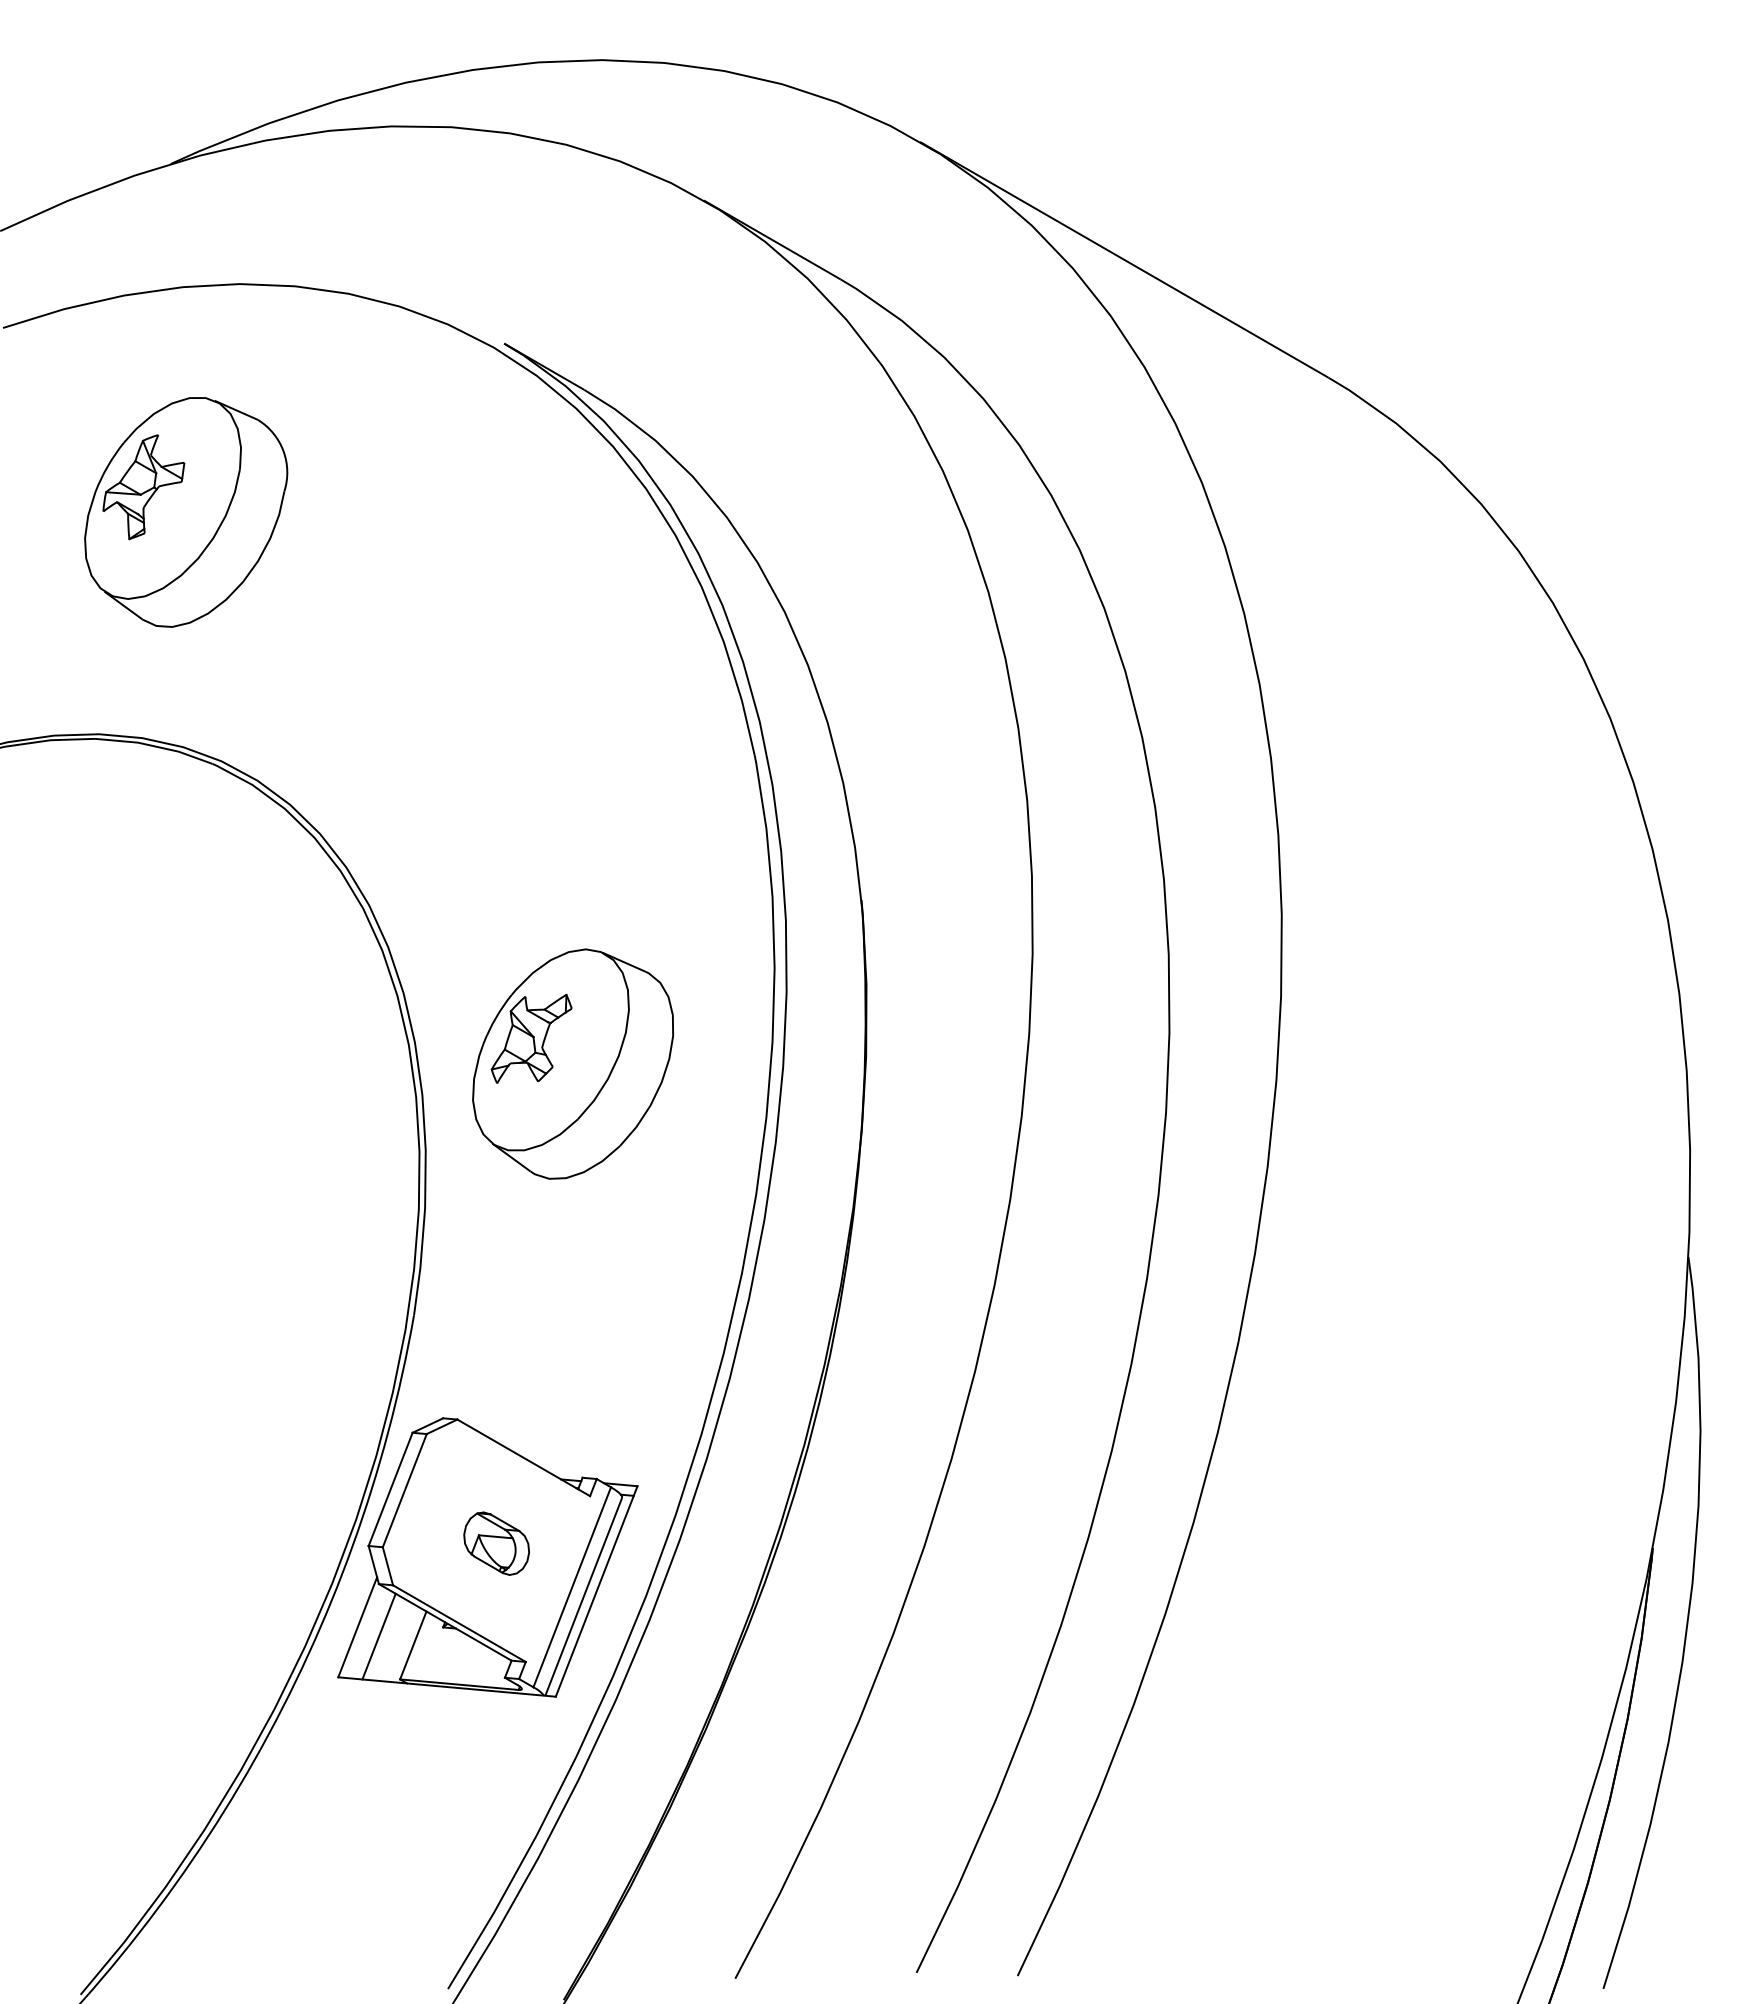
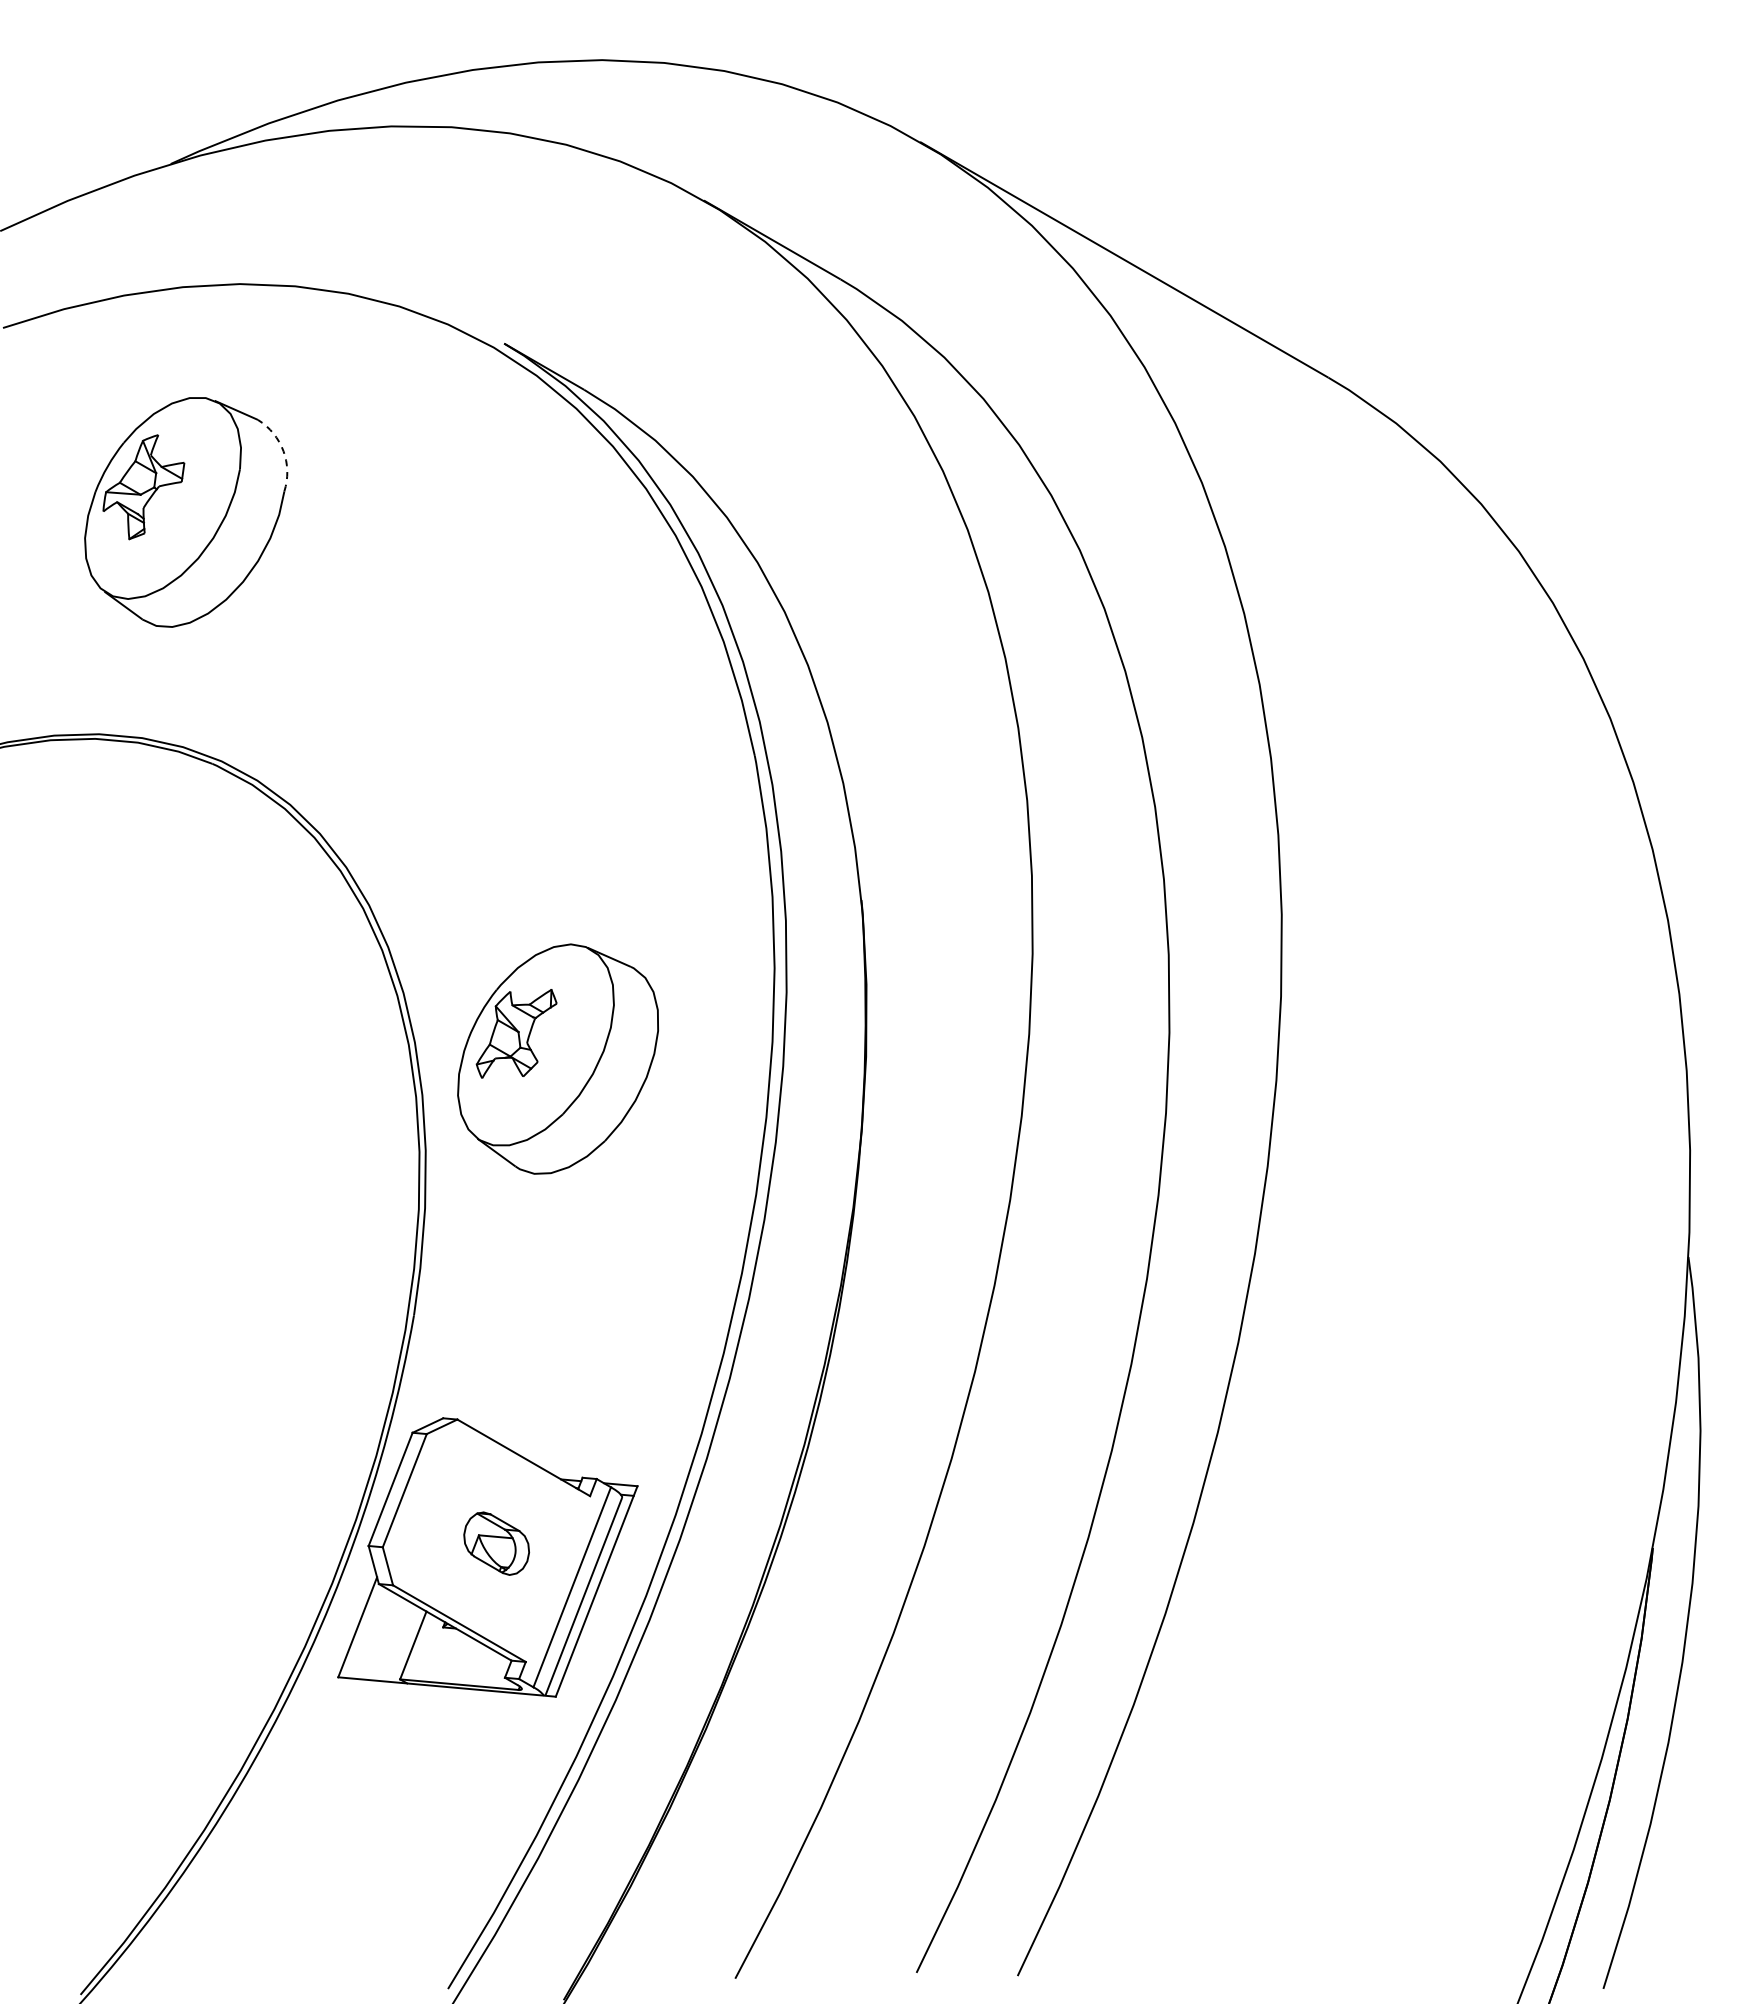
arc at (283, 451): solid -> dashed
part at (572, 1063) position: (572, 1063) -> (557, 1058)
line at (378, 1636): present -> none
